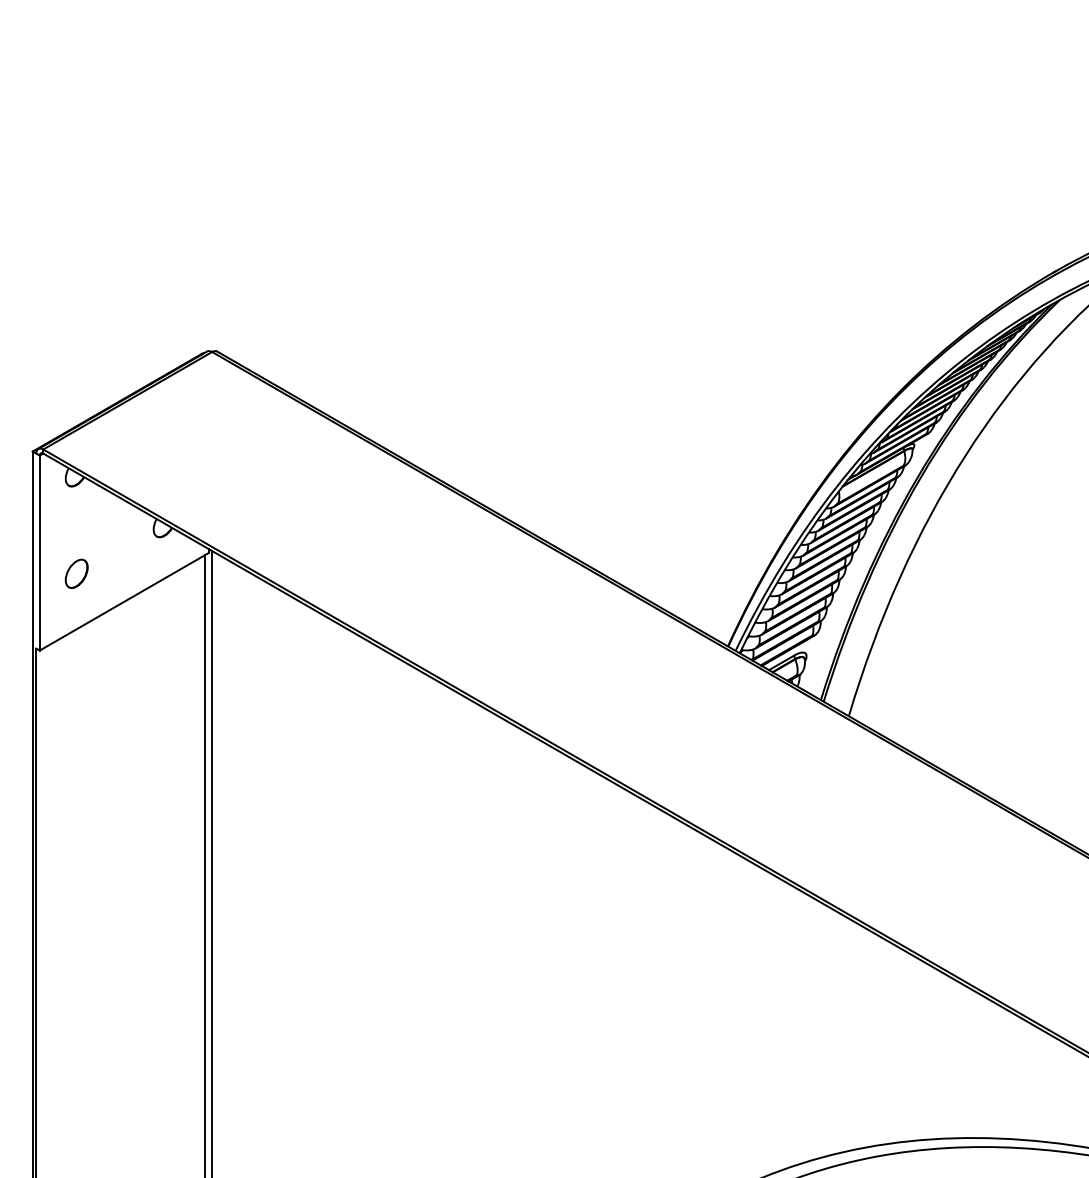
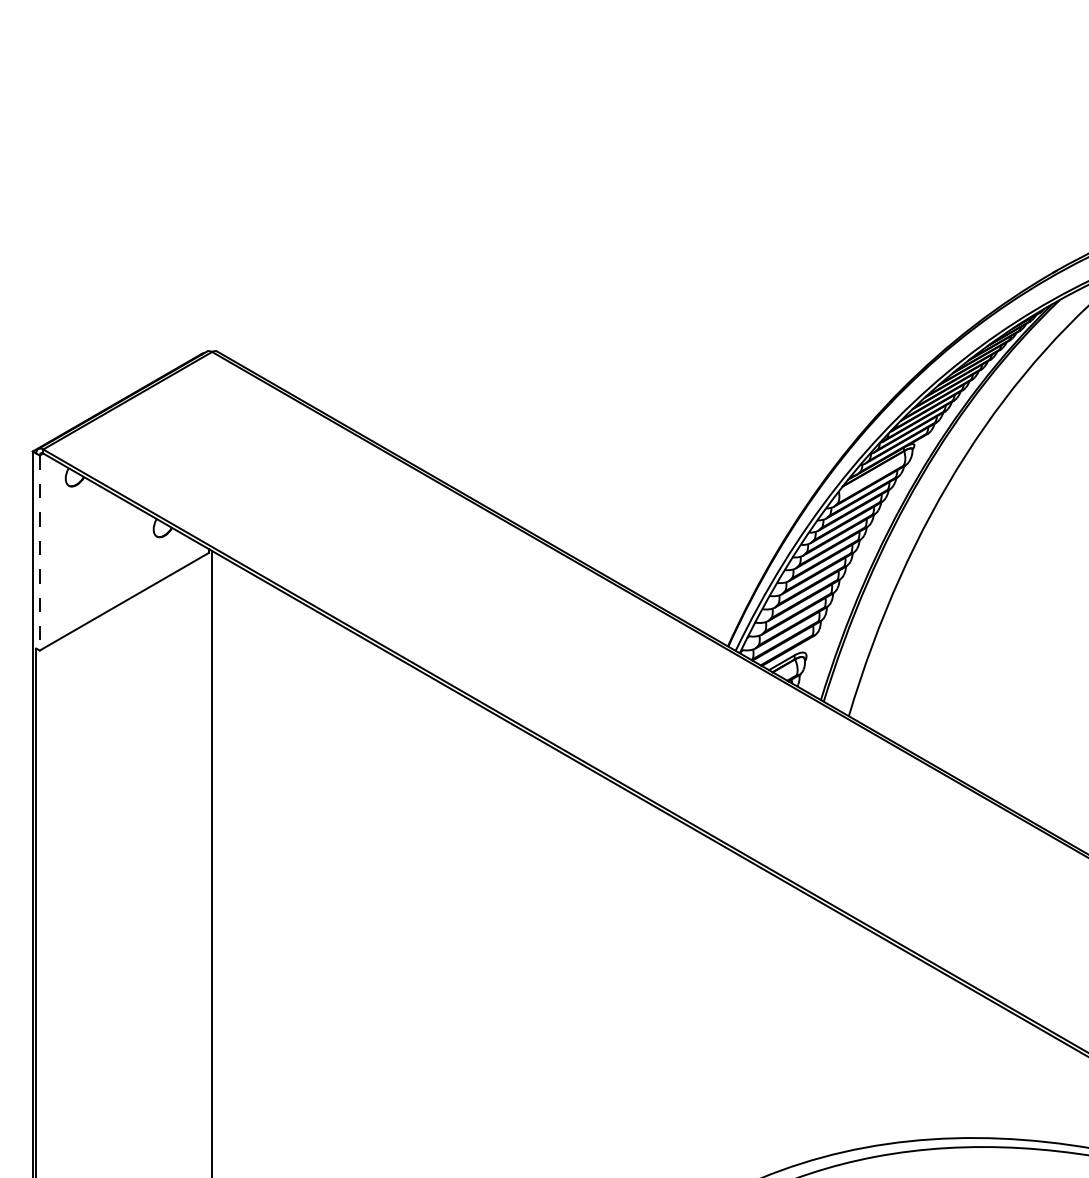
line at (39, 553): solid -> dashed
part at (76, 573): present -> none
line at (205, 864): present -> none
